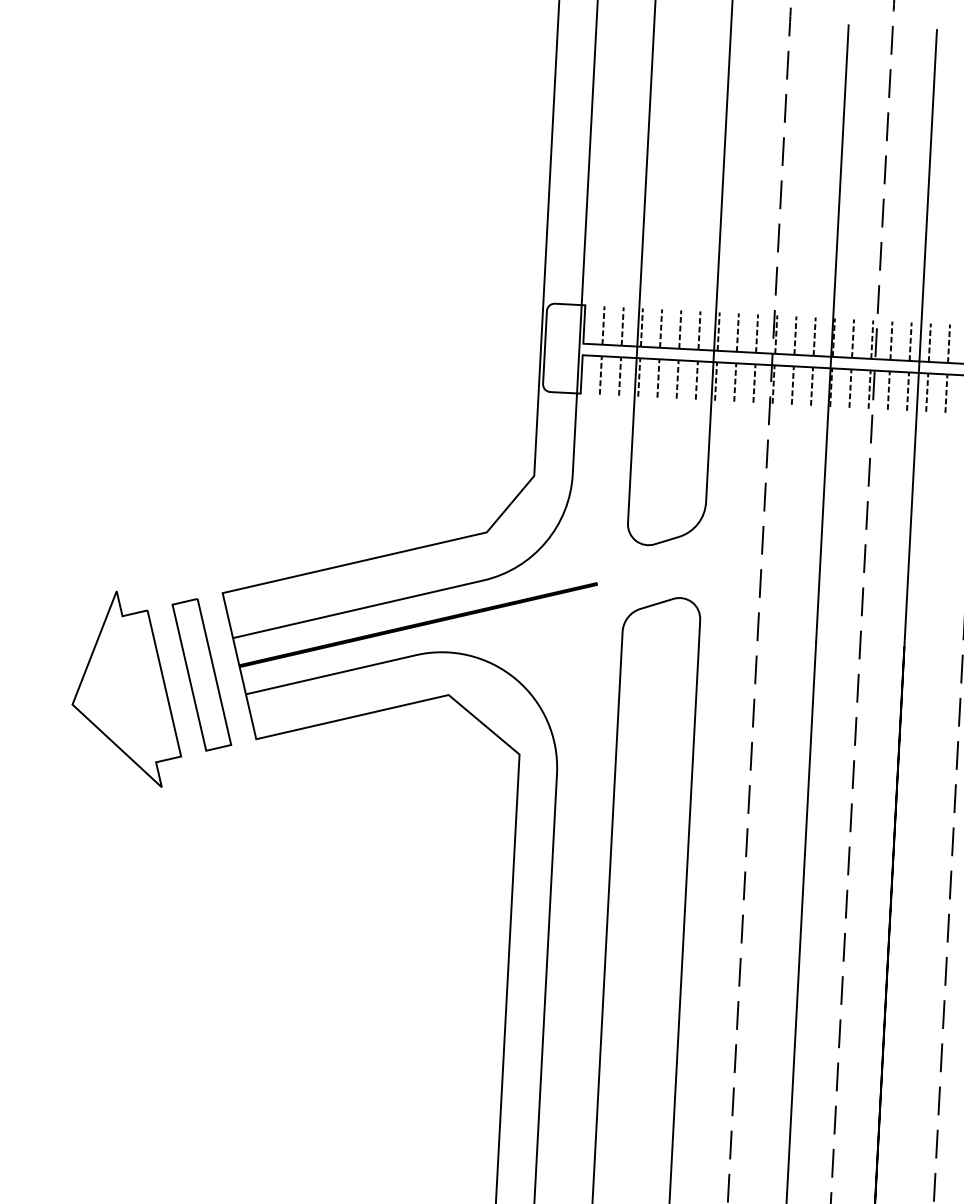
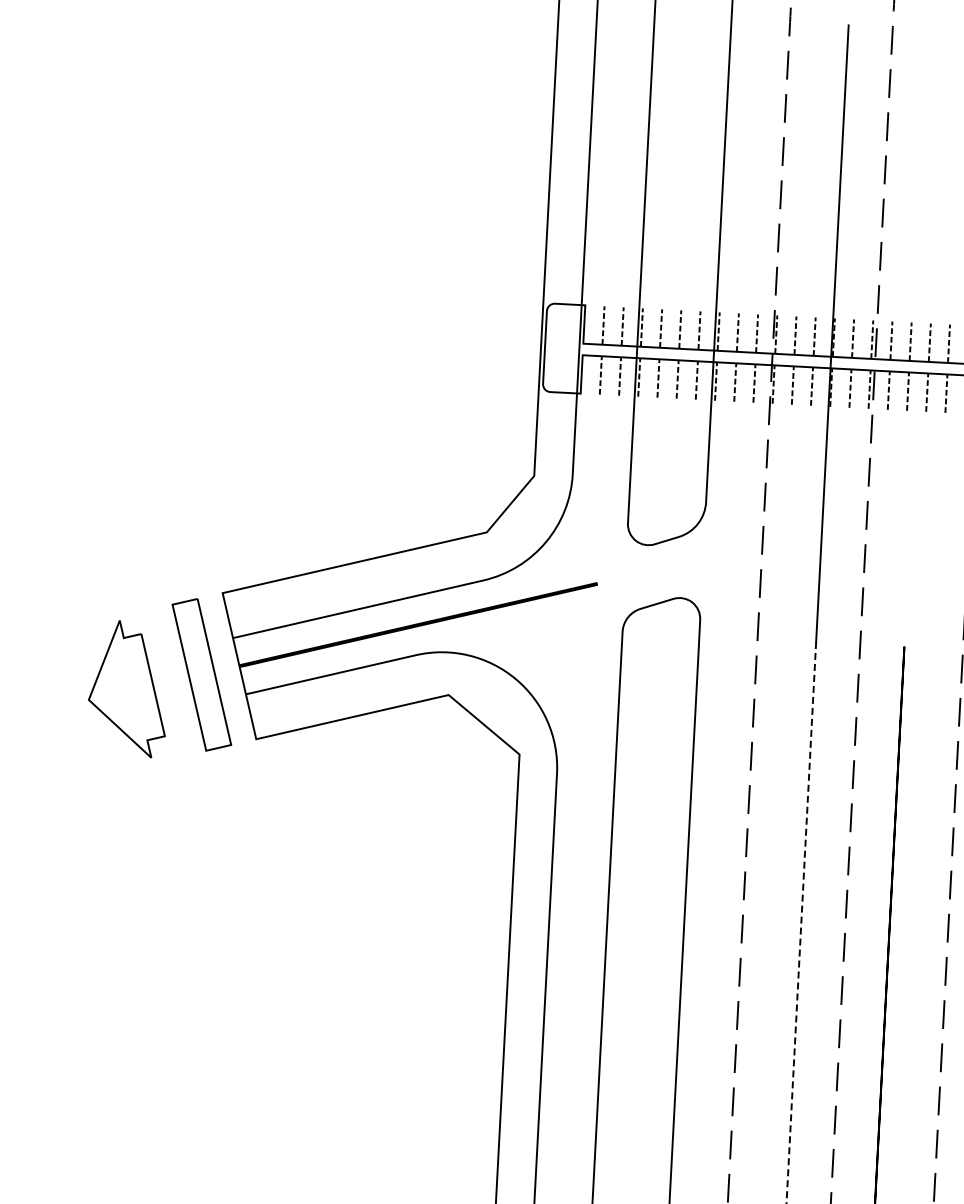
line at (920, 338): present -> none
part at (126, 688) size: 112x198 px -> 78x139 px
line at (801, 922): solid -> dashed
